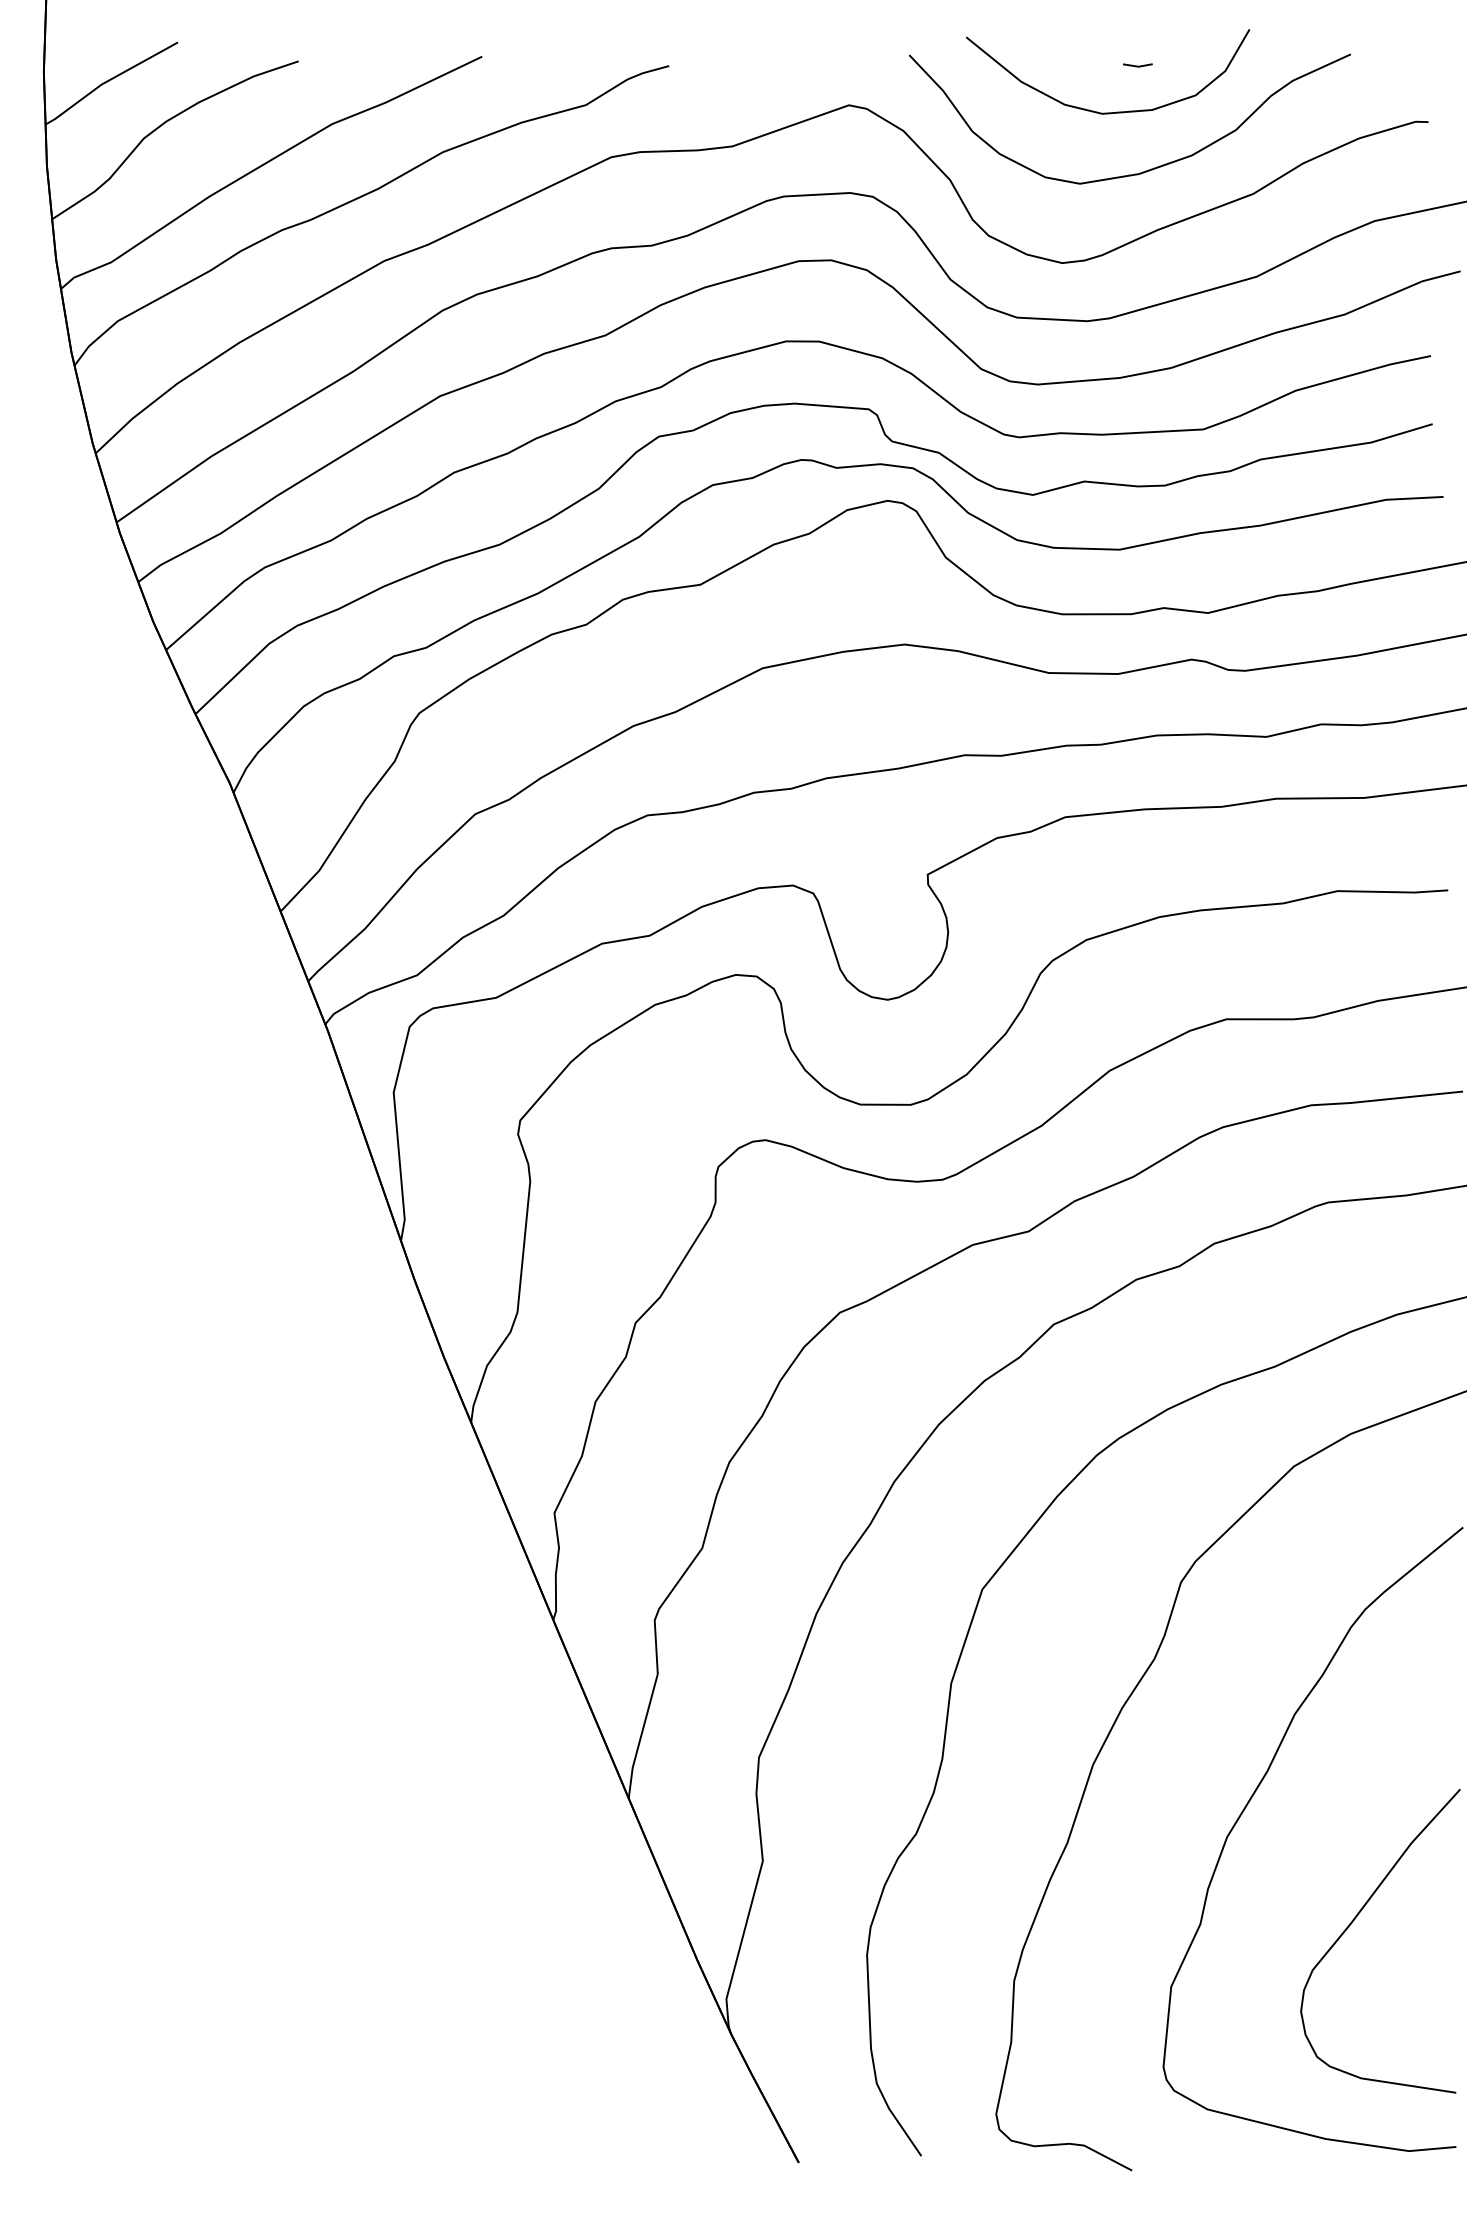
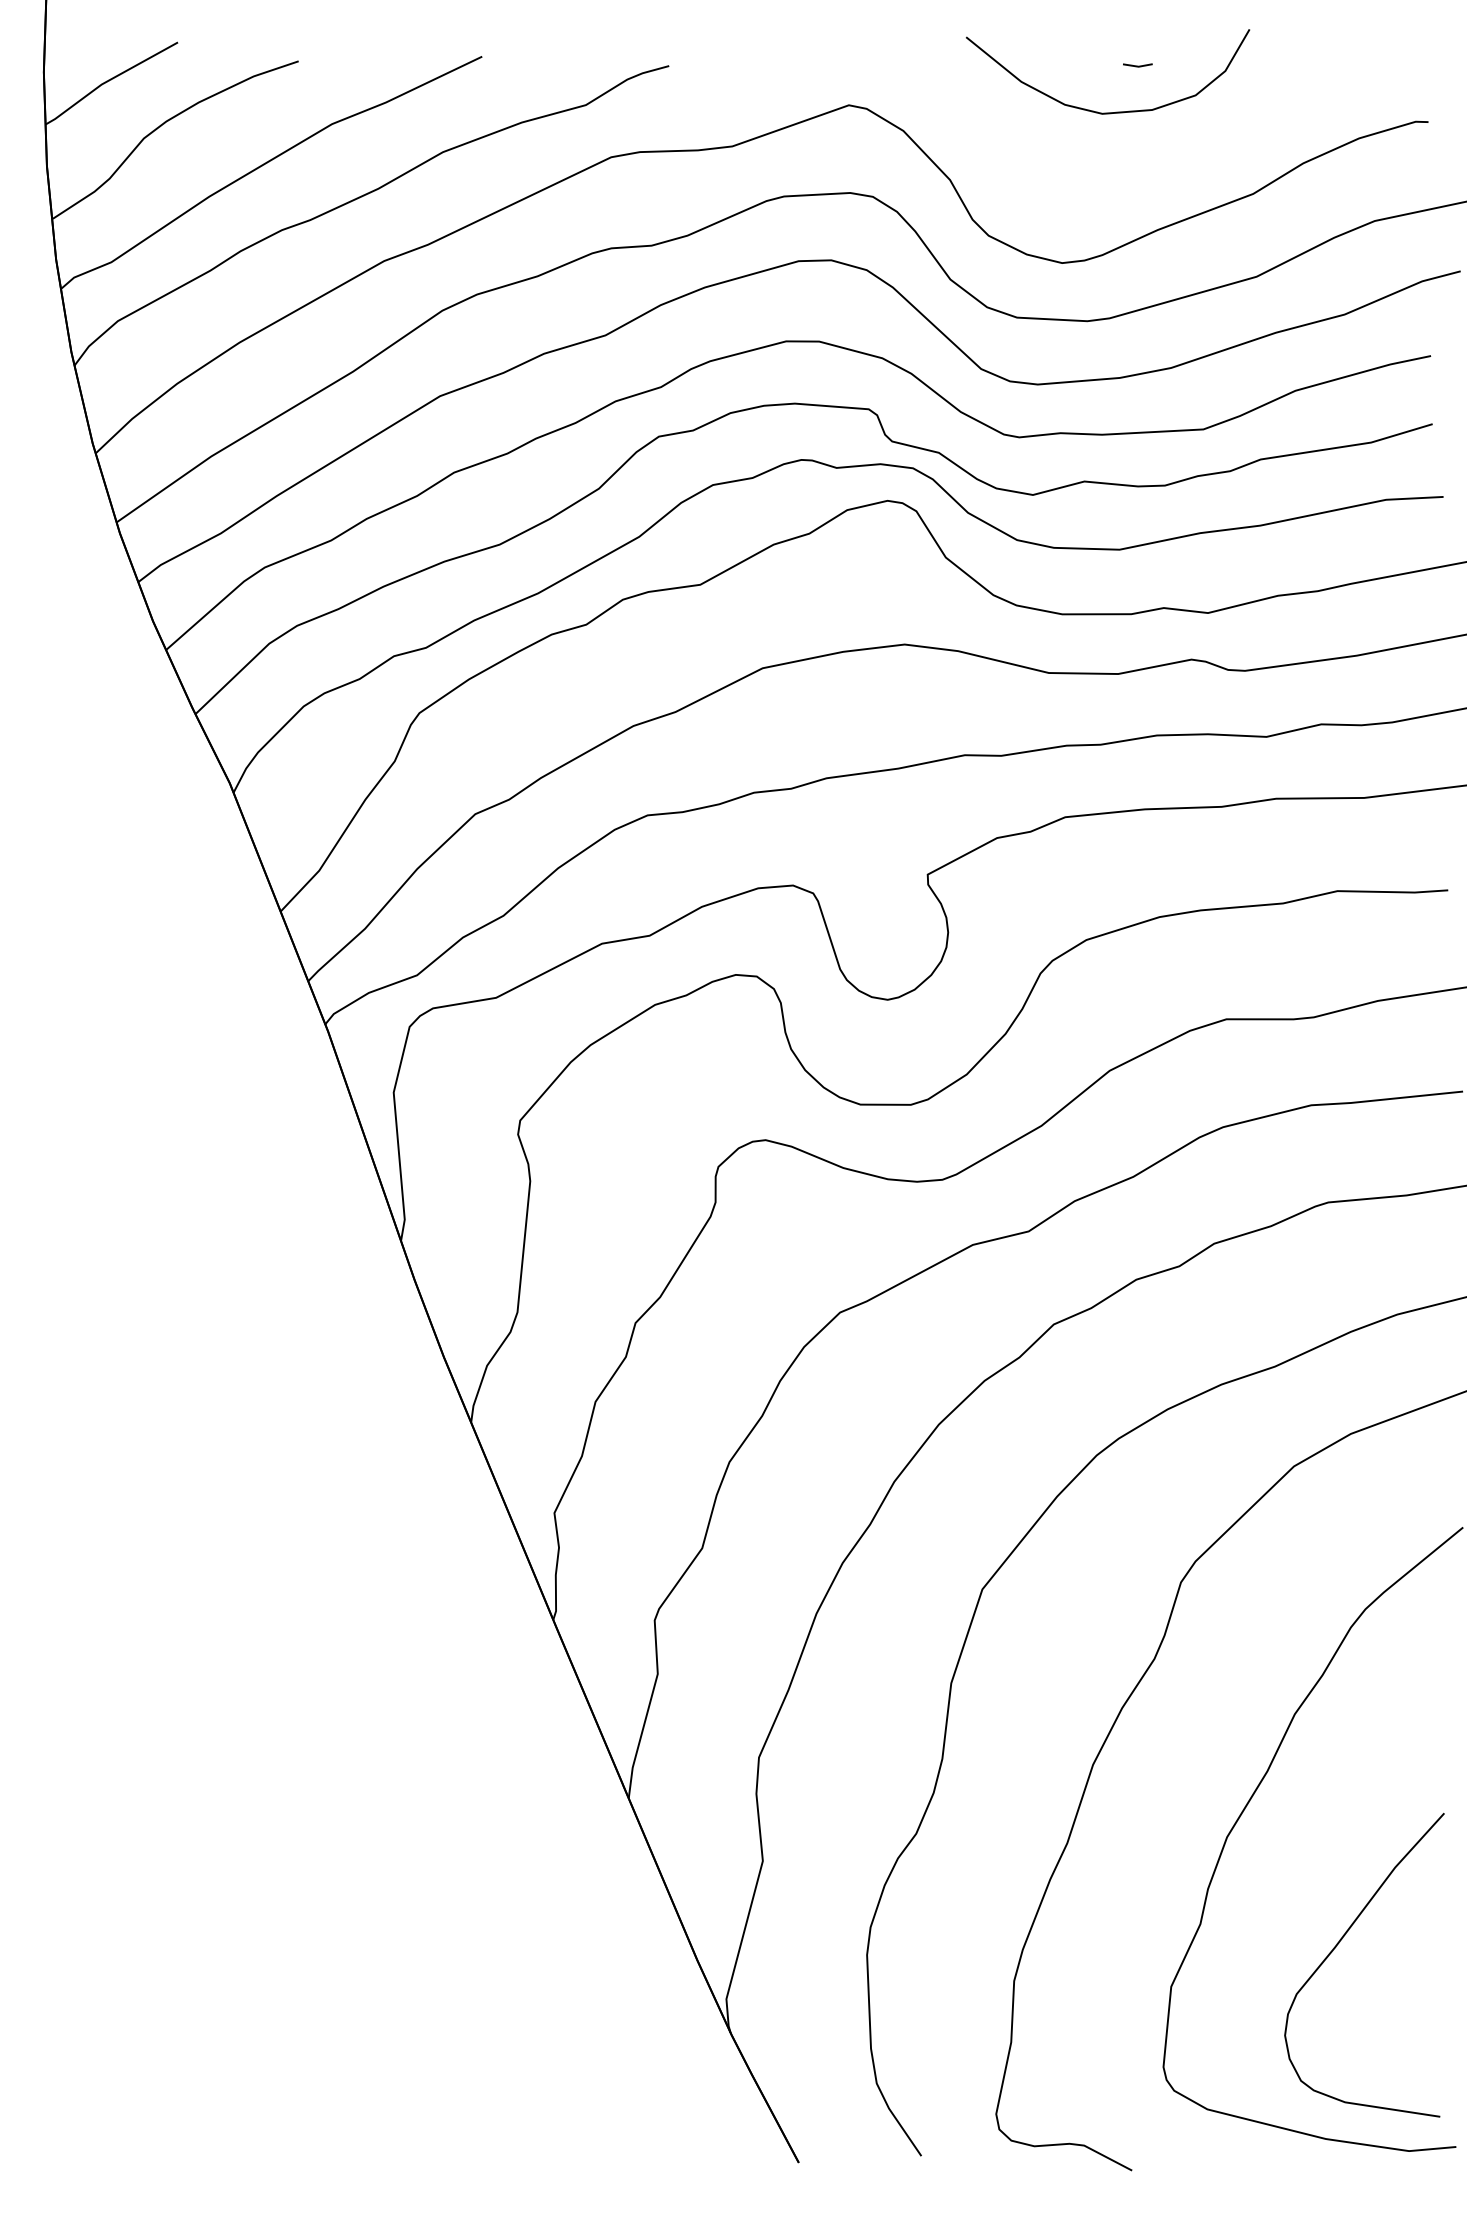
curve at (1145, 170): present -> none
curve at (1355, 1919) position: (1355, 1919) -> (1339, 1943)
